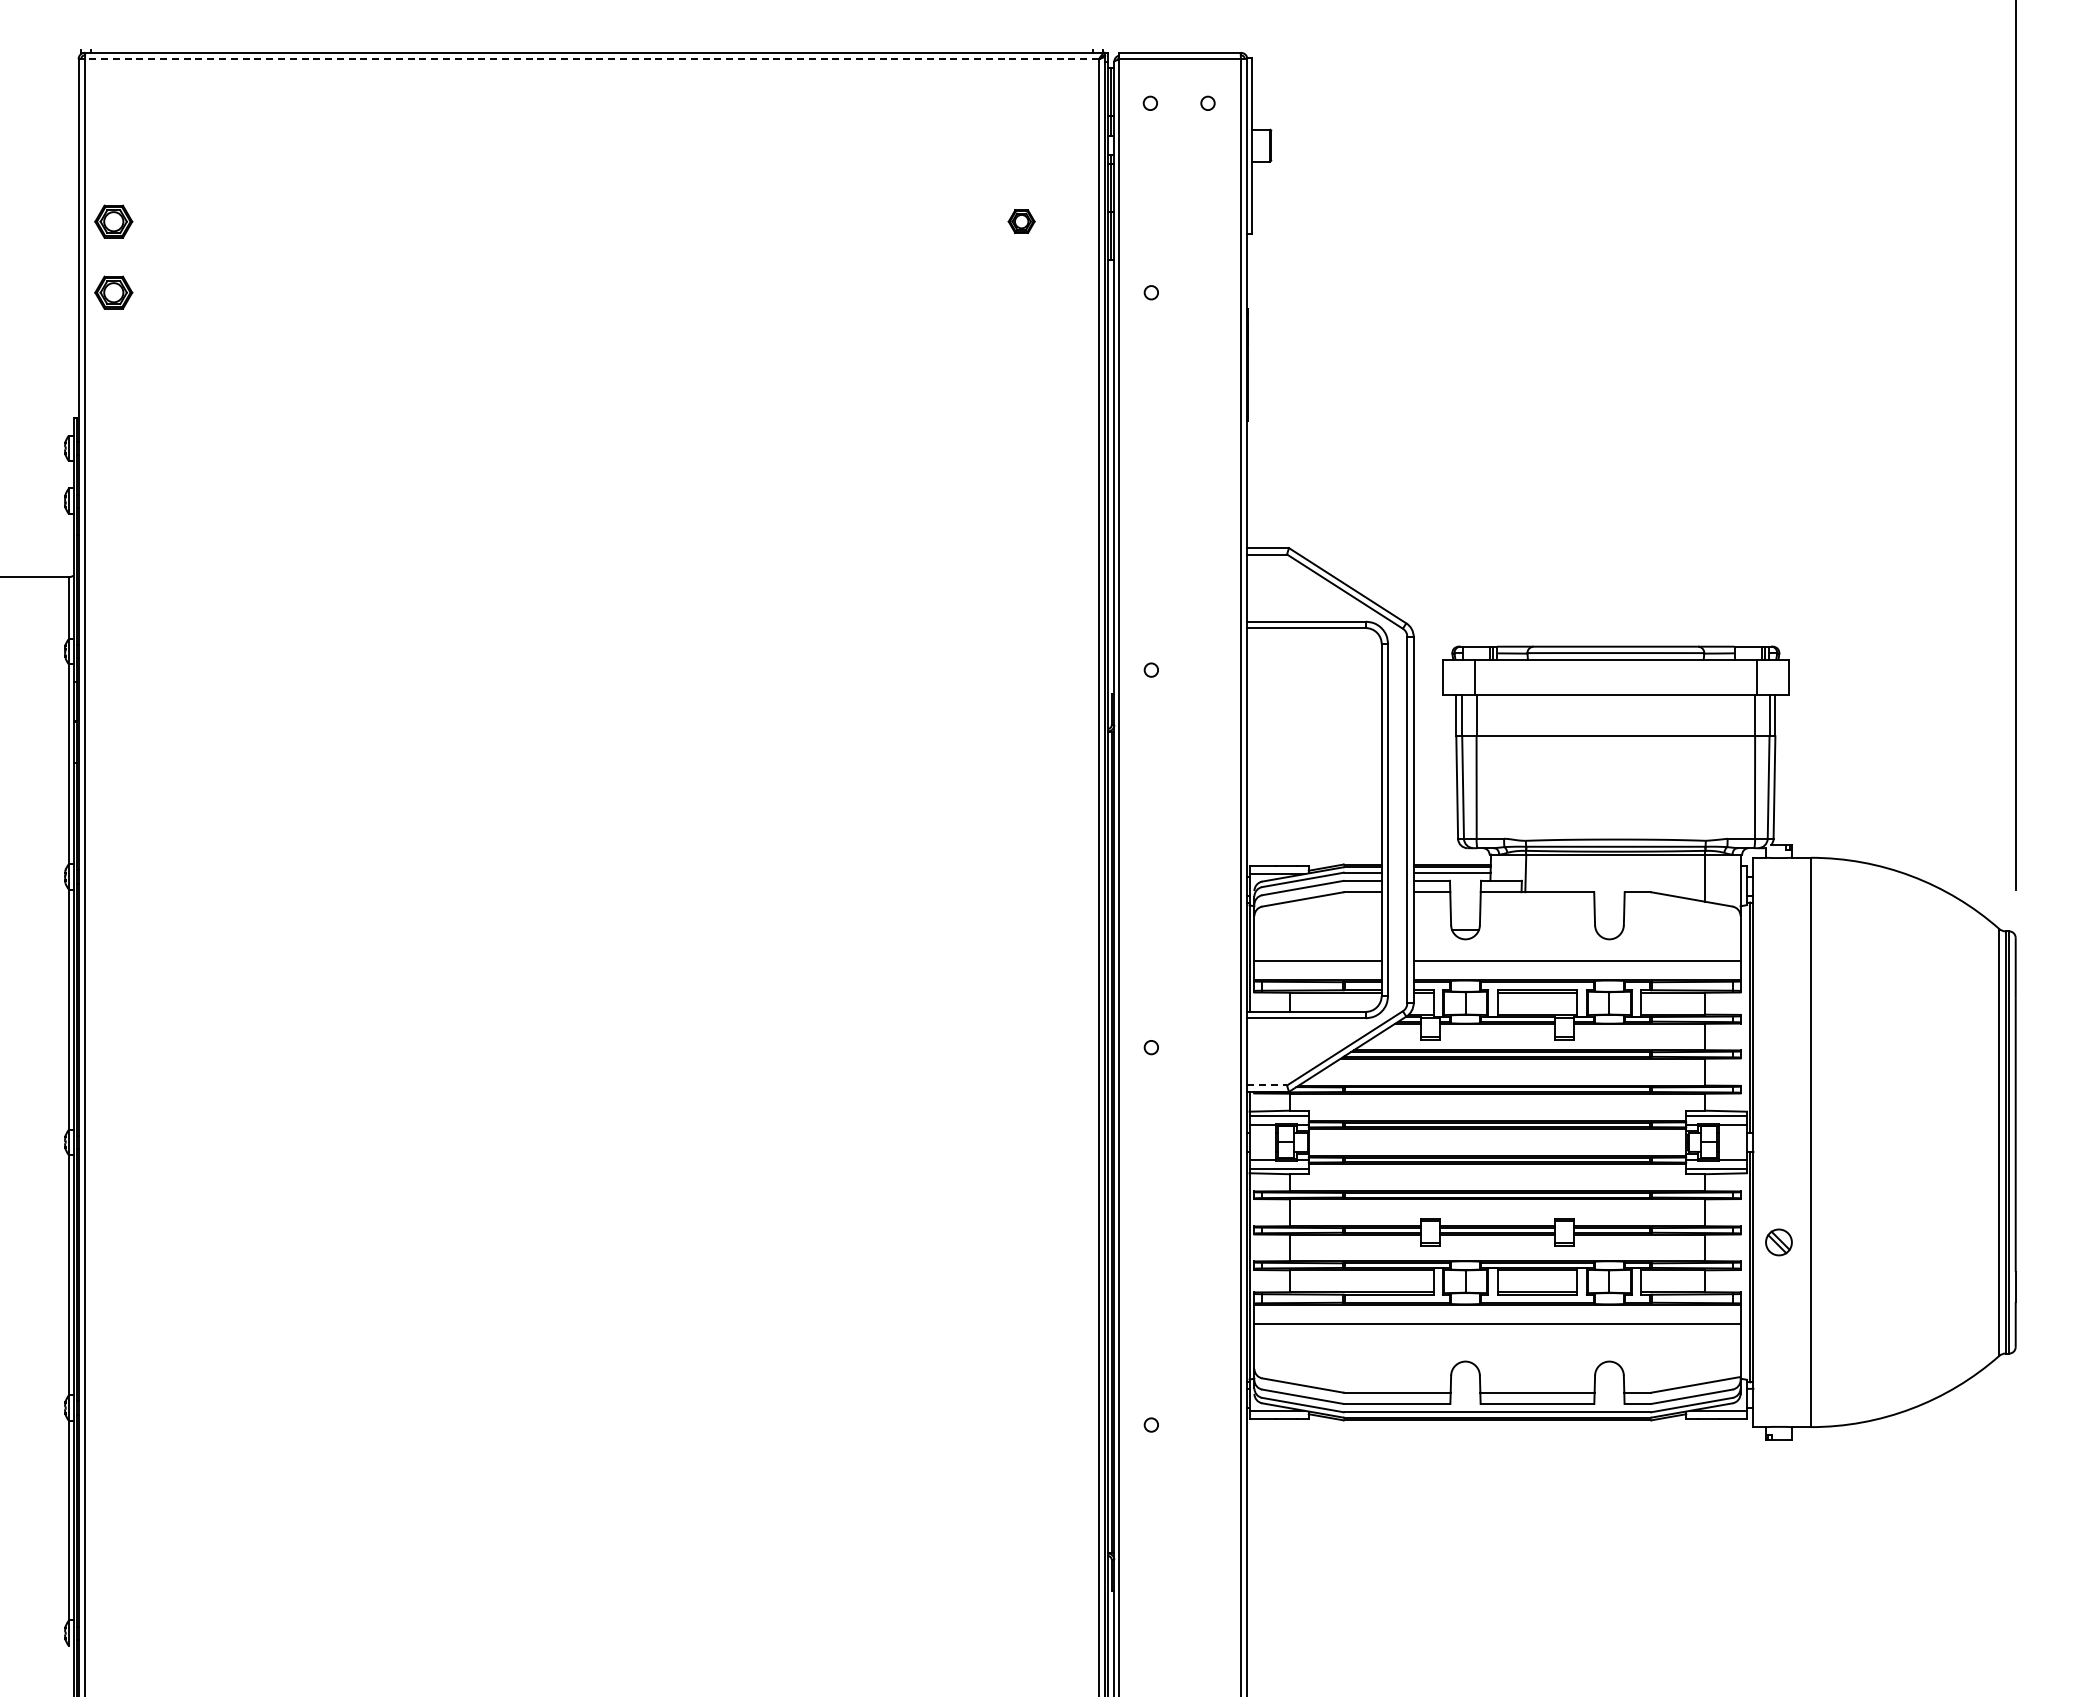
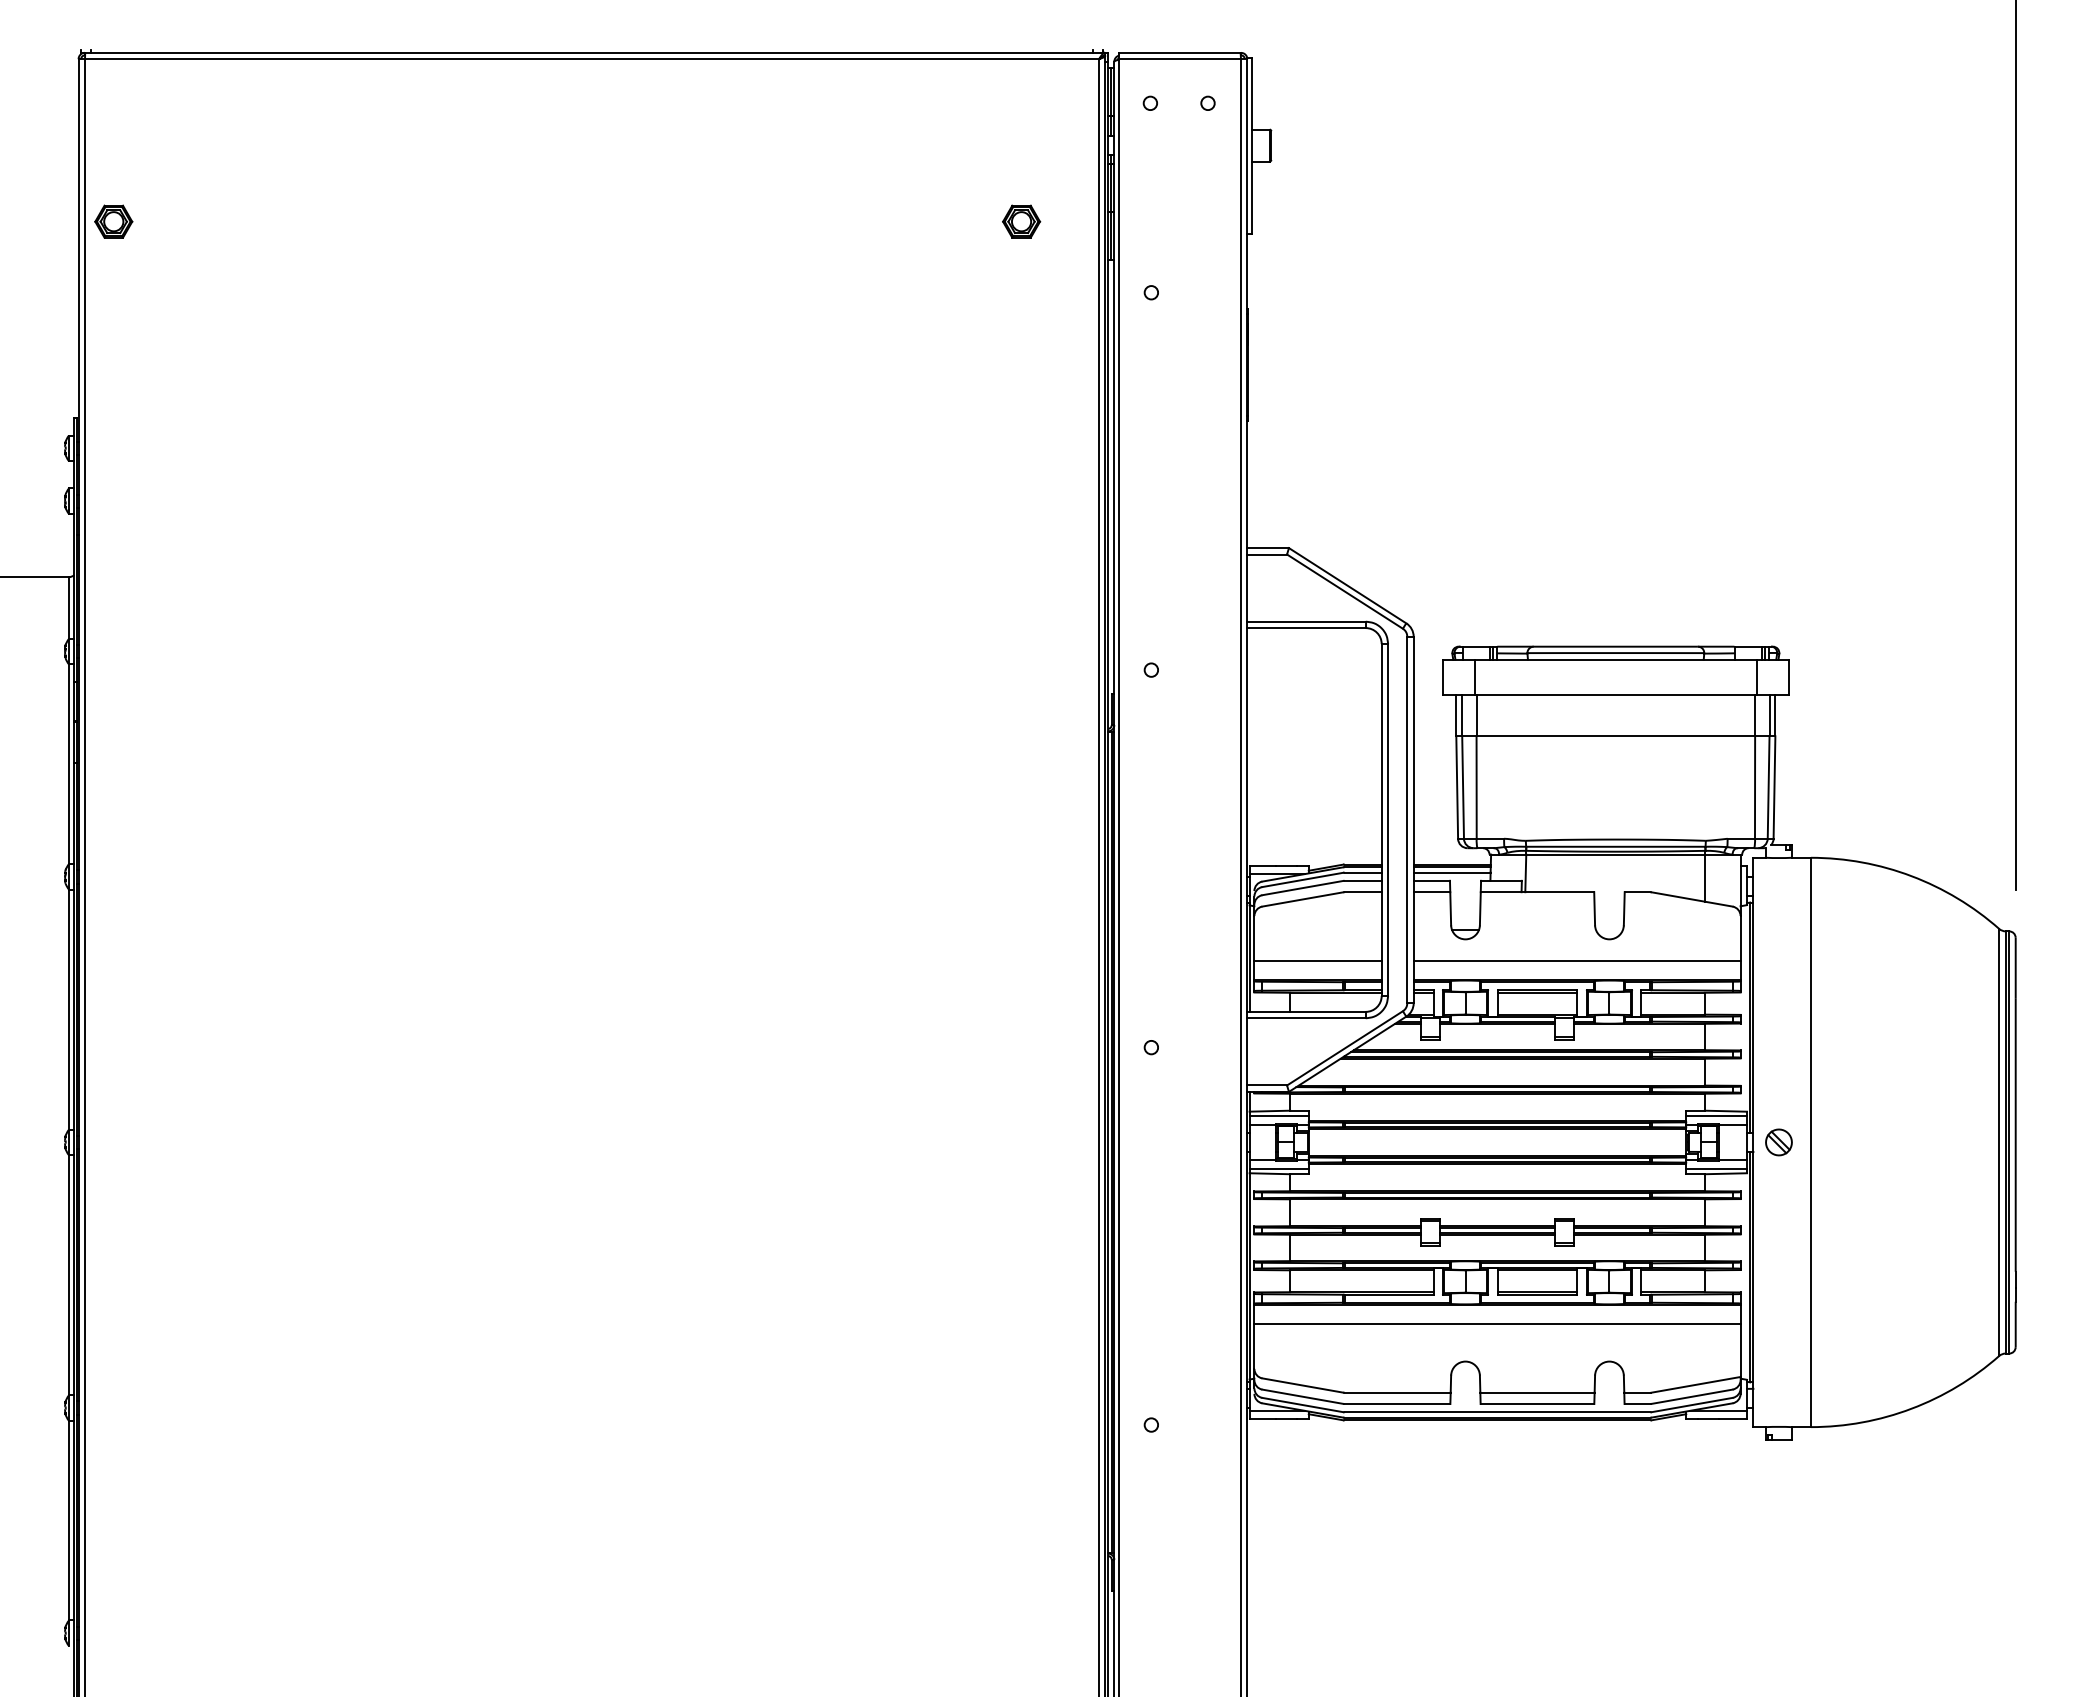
line at (591, 59): dashed -> solid
part at (1021, 221) size: 29x25 px -> 40x35 px
part at (113, 292): present -> none
line at (1267, 1085): dashed -> solid
part at (1778, 1242) position: (1778, 1242) -> (1778, 1142)
